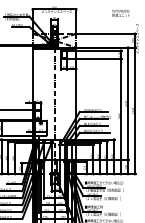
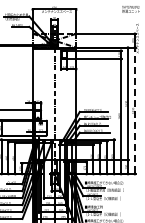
text at (120, 13) position: (120, 13) -> (130, 9)
line at (134, 110): solid -> dashed
